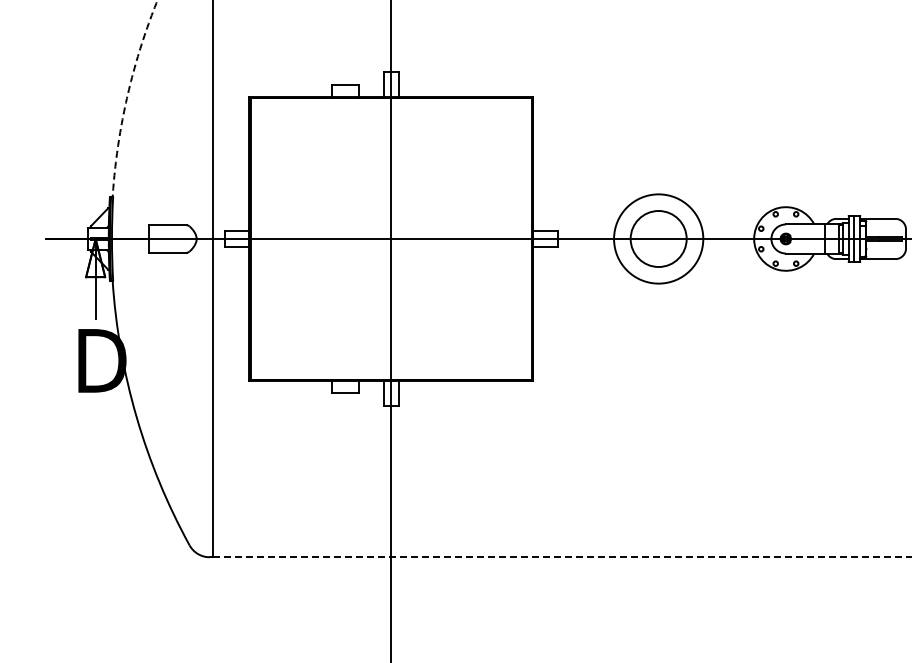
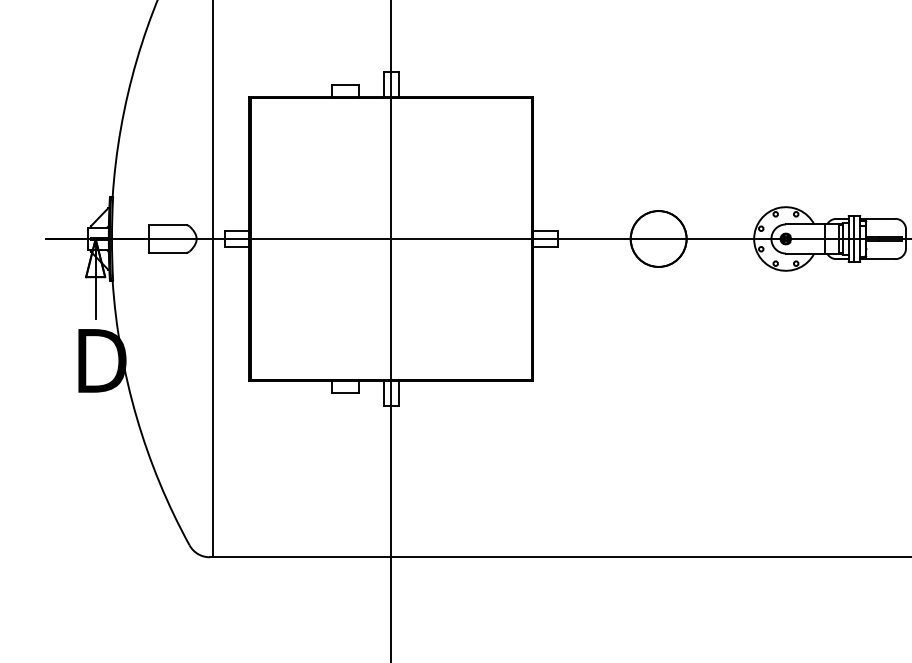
arc at (127, 97): dashed -> solid
circle at (658, 238) diameter: 89 px -> 56 px
line at (563, 557): dashed -> solid
